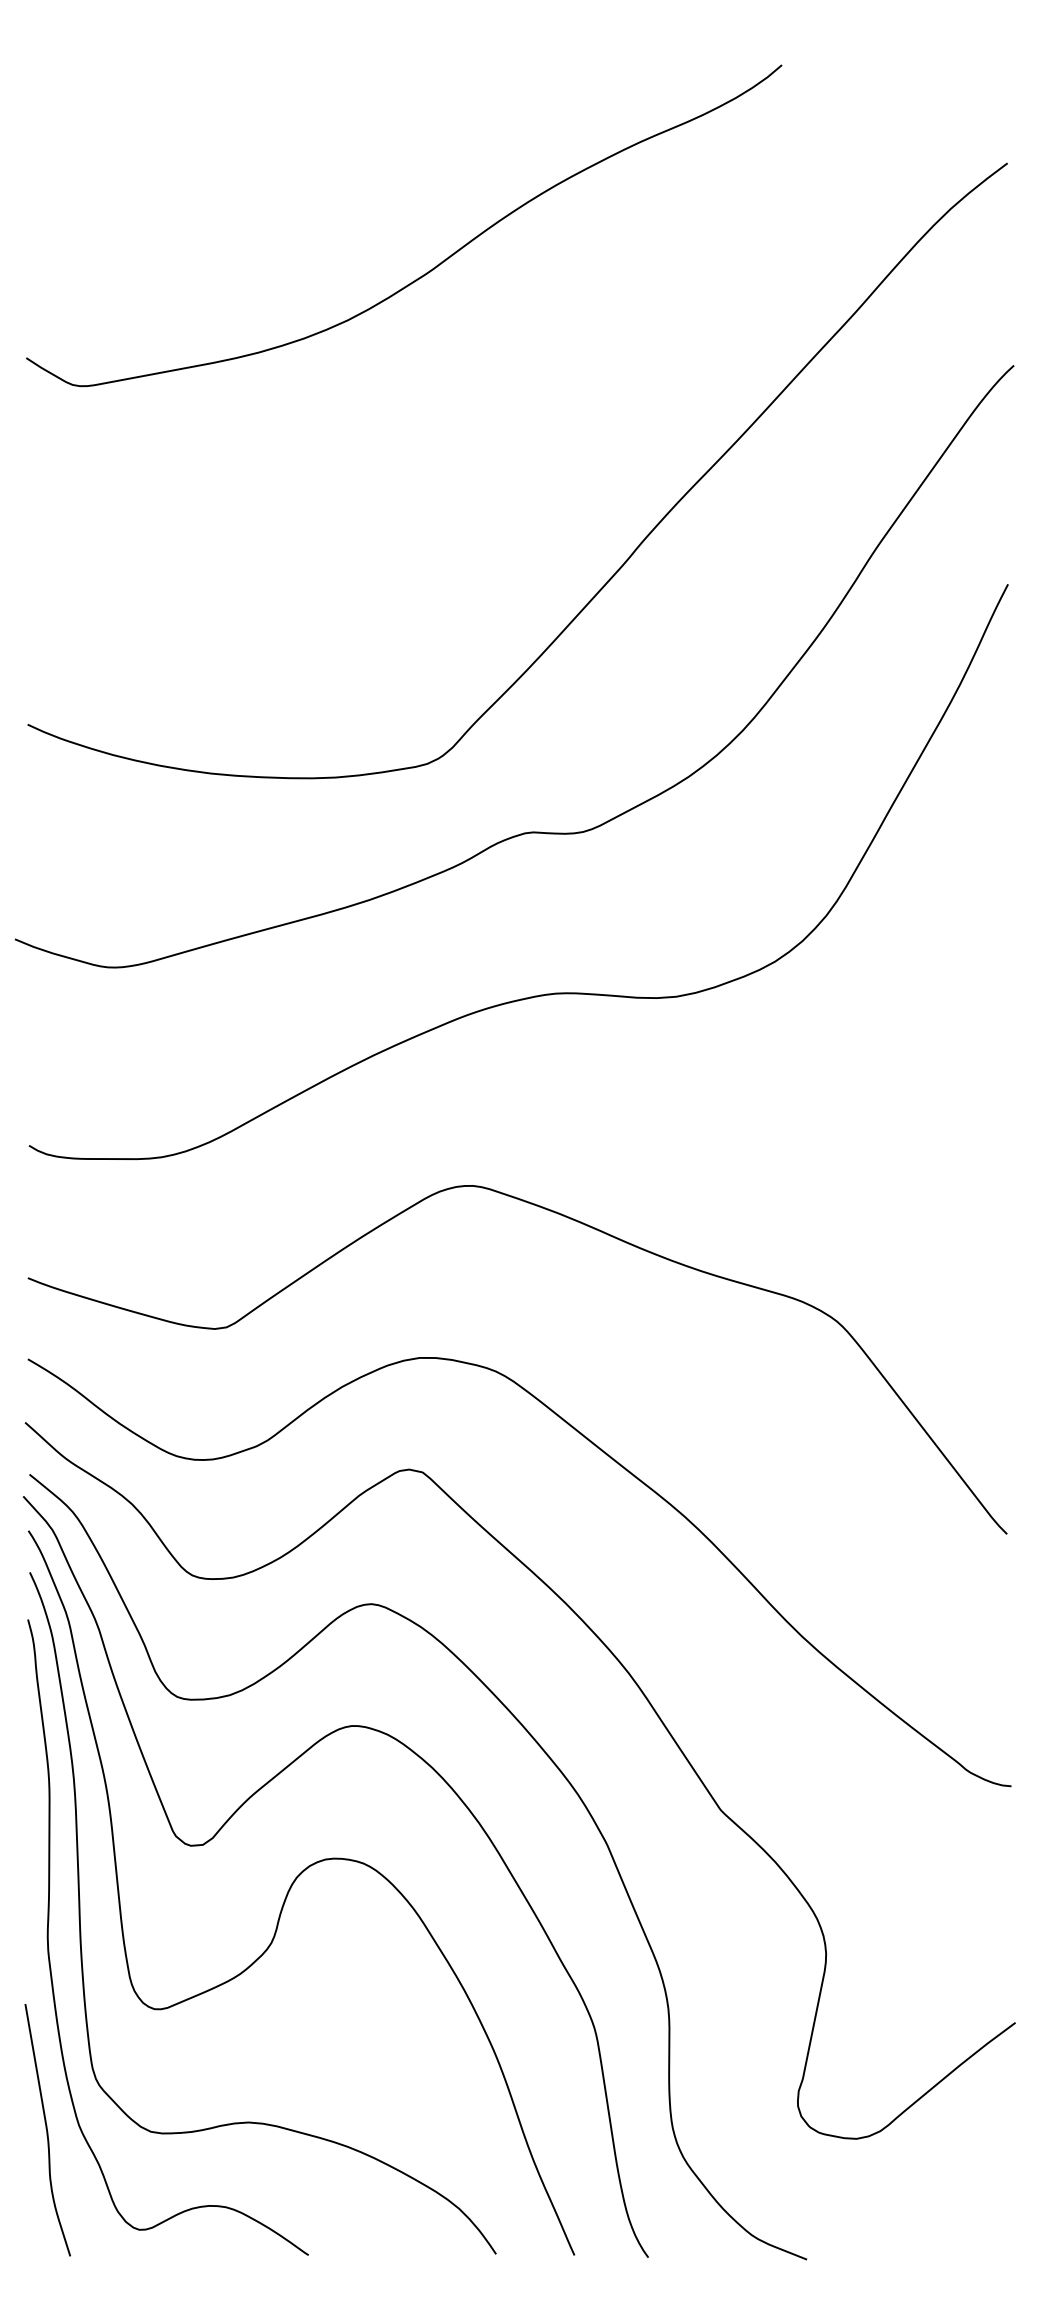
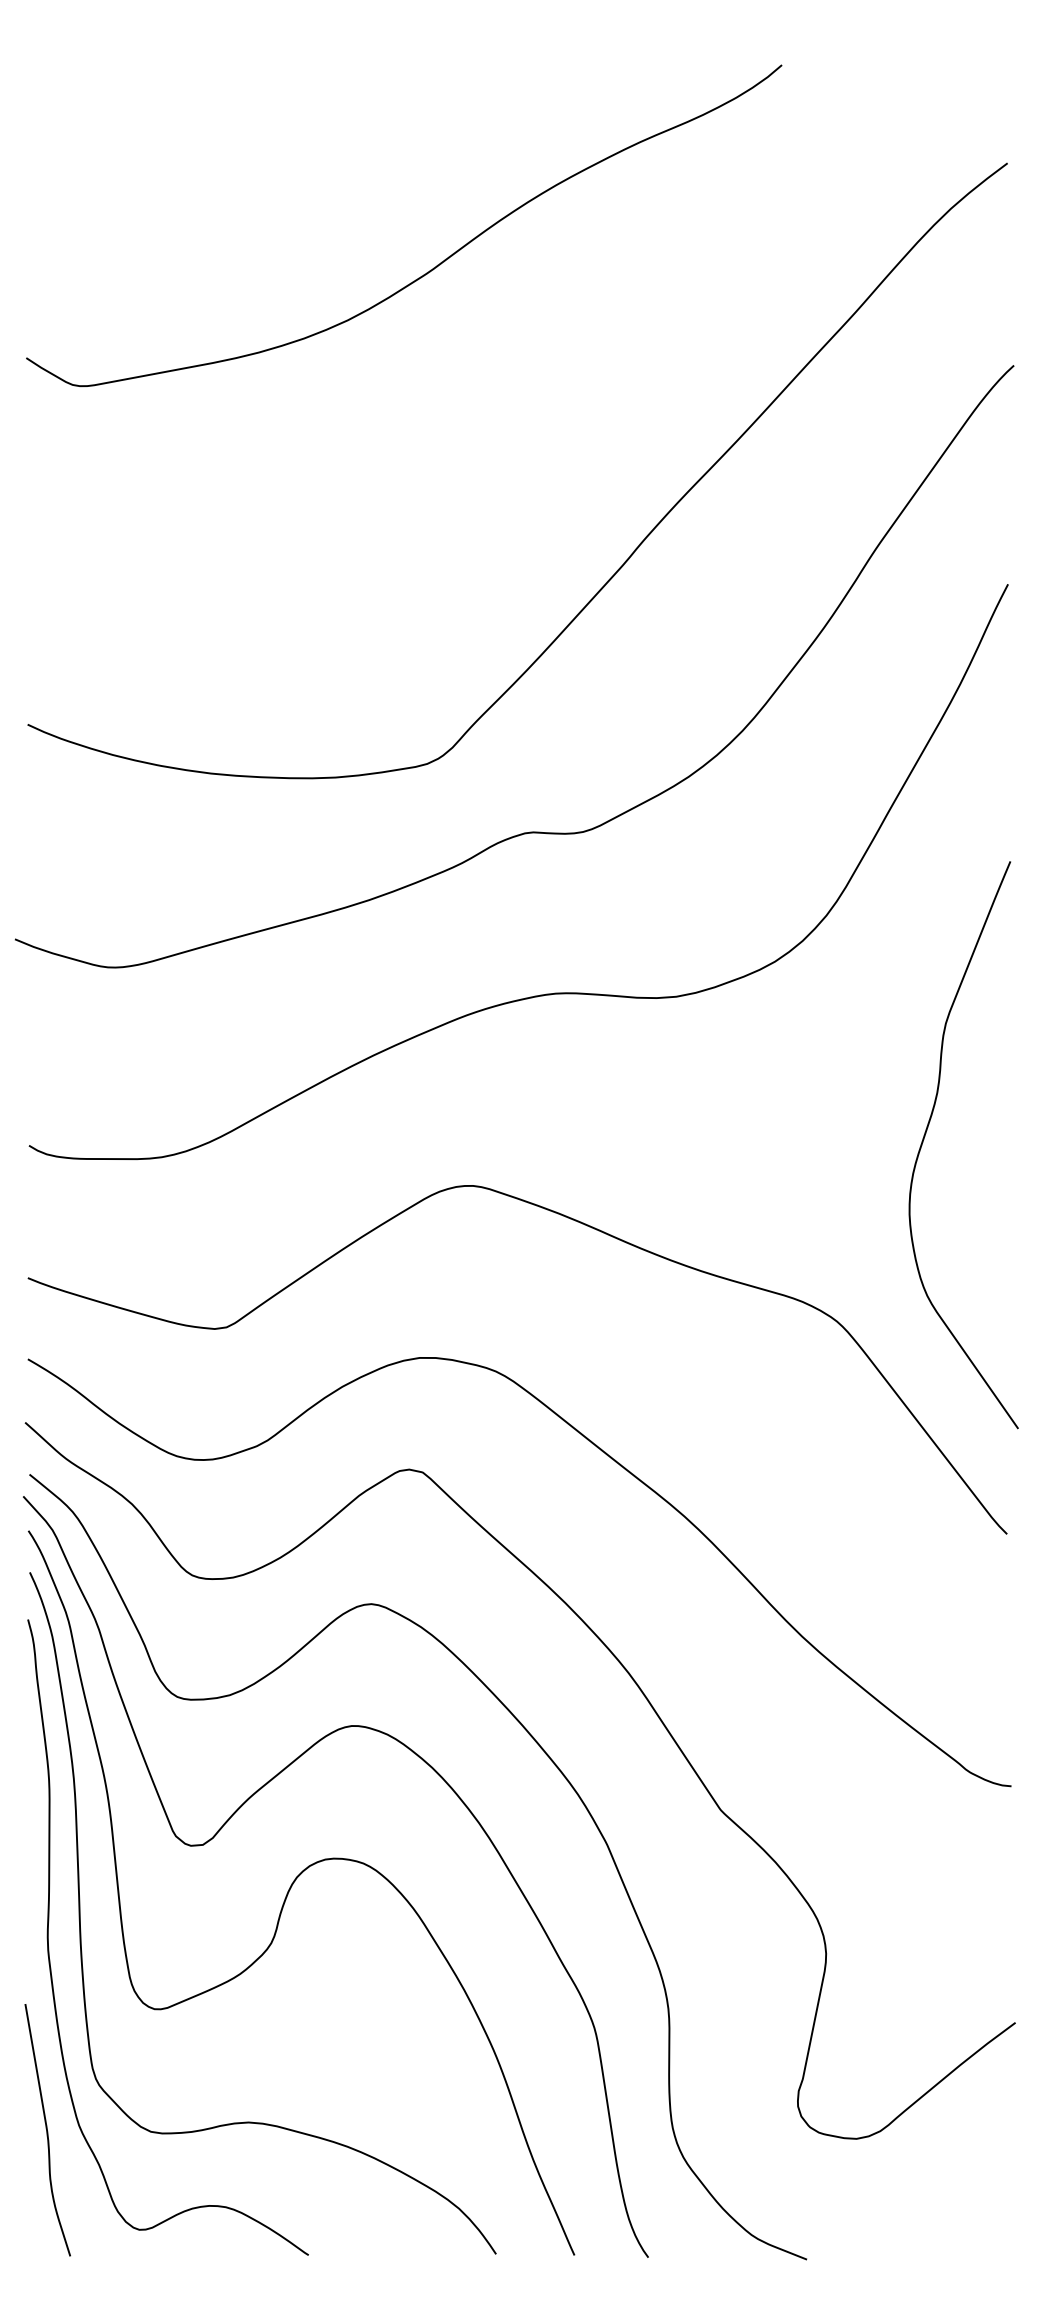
curve at (926, 1133): none -> present
